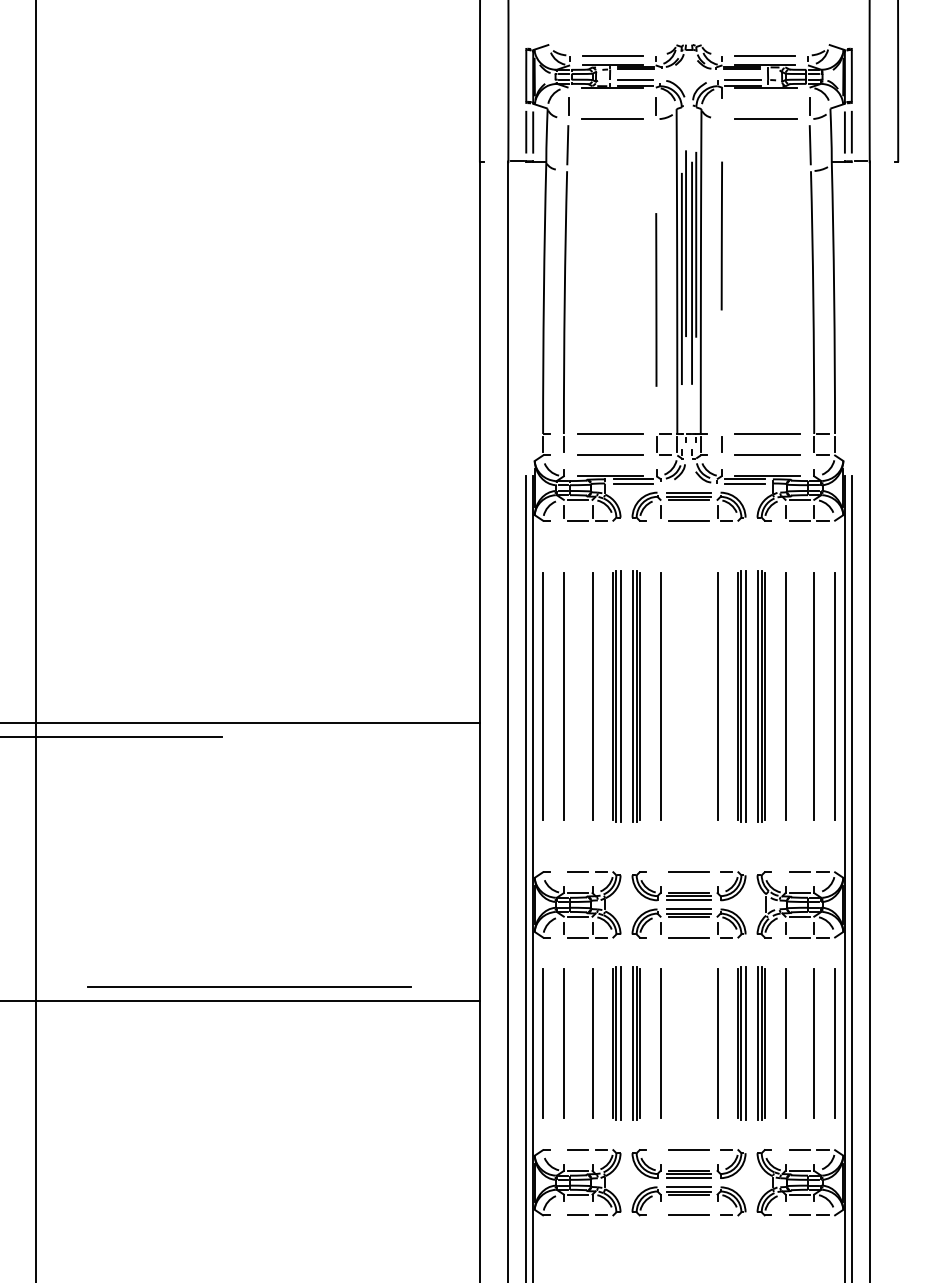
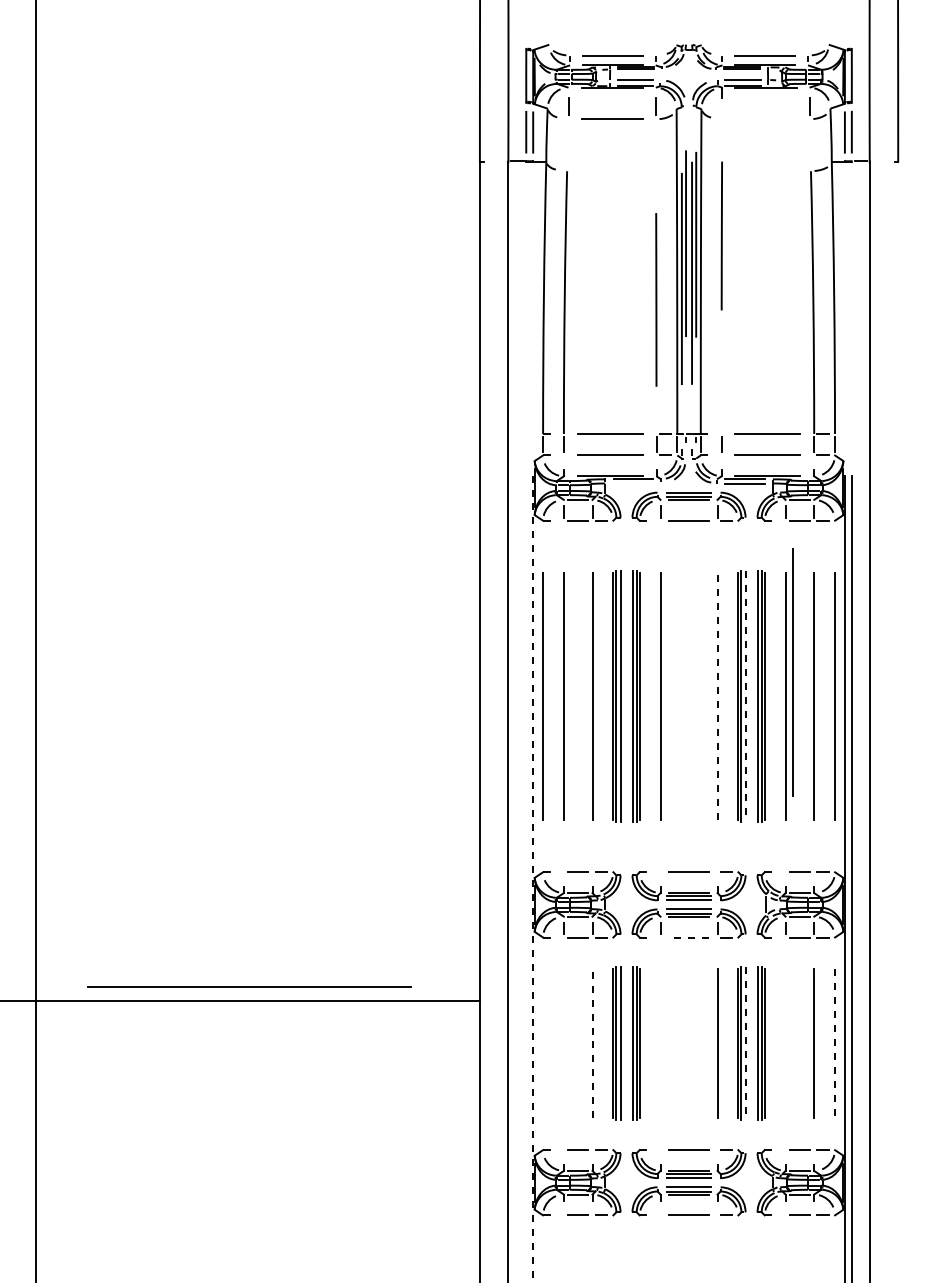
line at (765, 119): present -> none
line at (567, 145): present -> none
line at (809, 145): present -> none
line at (632, 483): present -> none
line at (792, 672): none -> present
line at (717, 696): solid -> dashed
line at (745, 696): solid -> dashed
line at (240, 722): present -> none
line at (111, 736): present -> none
line at (526, 877): present -> none
line at (533, 879): solid -> dashed
line at (689, 937): solid -> dashed
line at (543, 1043): present -> none
line at (563, 1043): present -> none
line at (592, 1043): solid -> dashed
line at (660, 1043): present -> none
line at (745, 1043): solid -> dashed
line at (785, 1043): present -> none
line at (835, 1044): solid -> dashed
